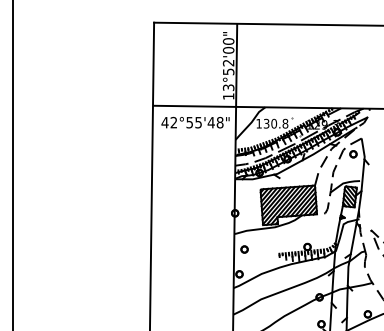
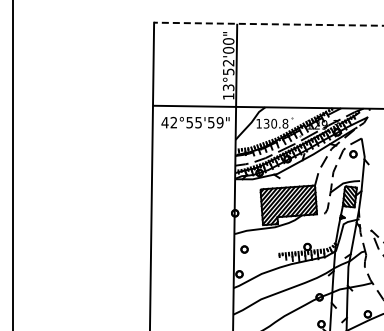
line at (268, 24): solid -> dashed
text at (215, 122): 42°55'48" -> 42°55'59"
